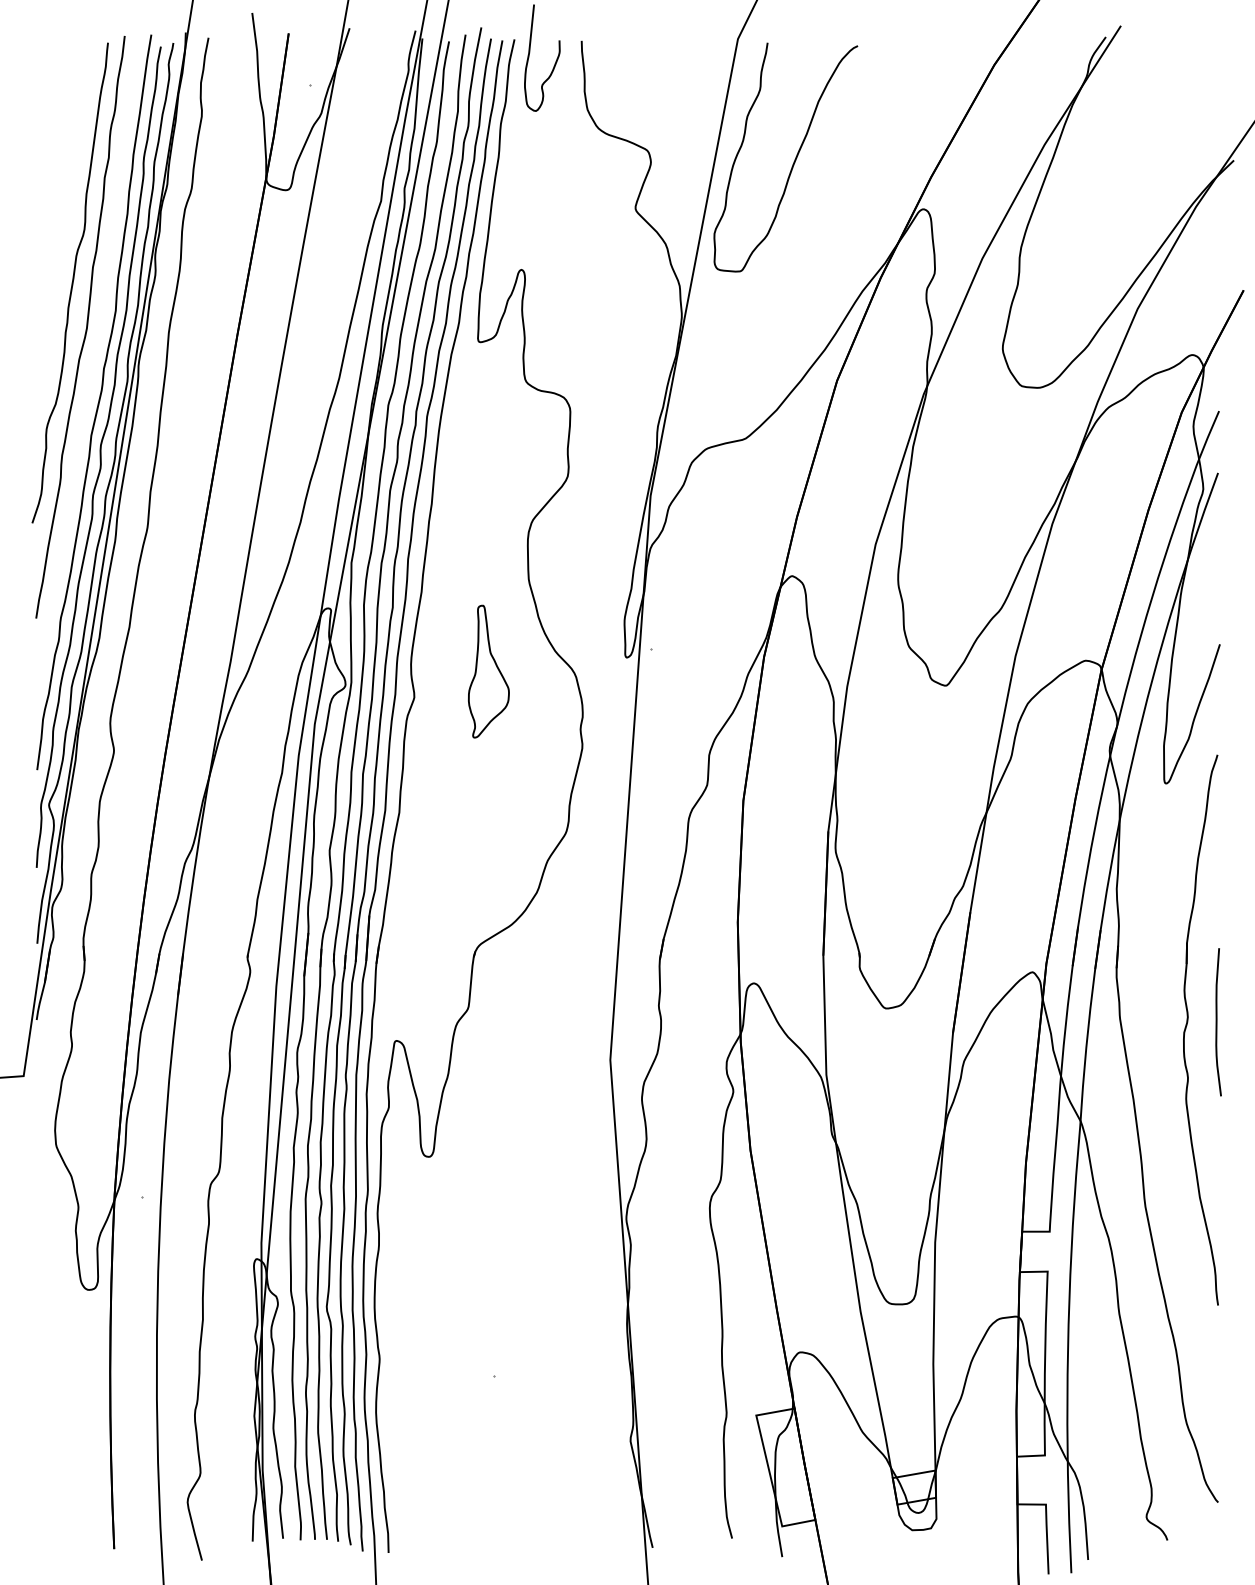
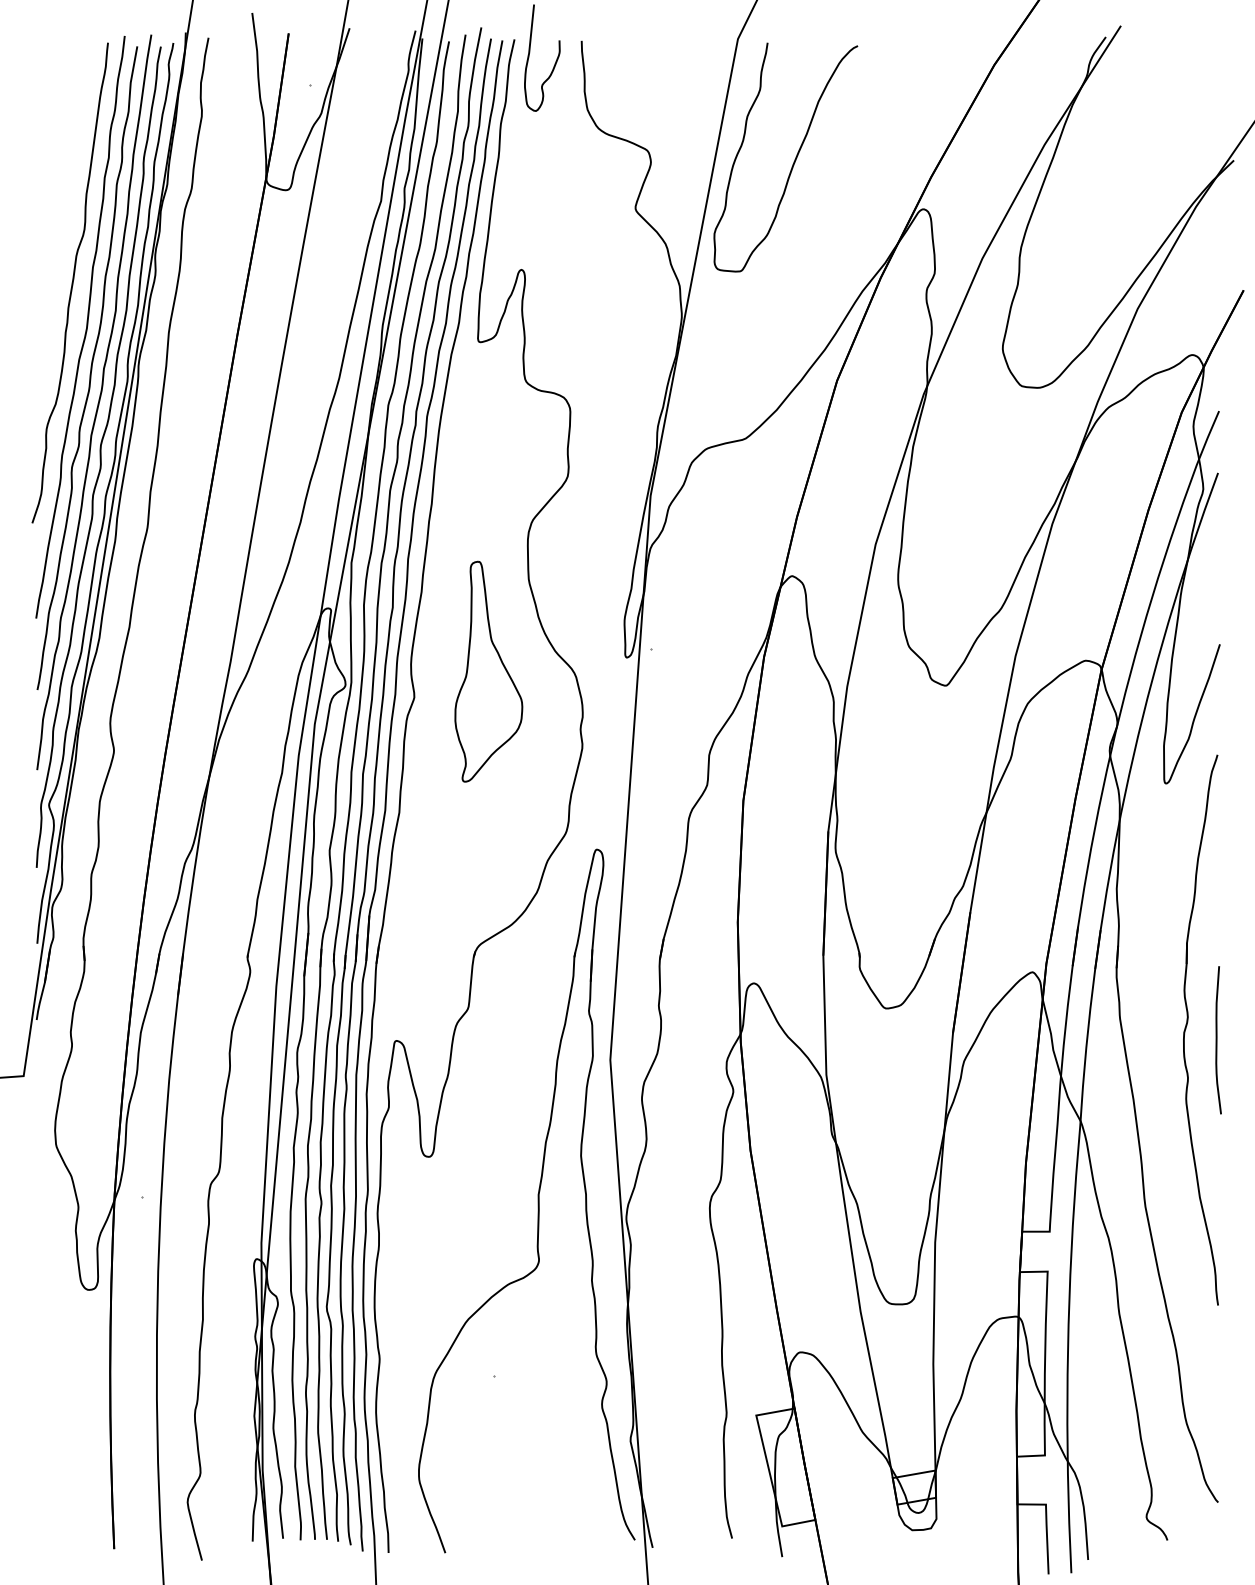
curve at (90, 367): none -> present
part at (488, 671) size: 42x135 px -> 70x223 px
curve at (1217, 1022) position: (1217, 1022) -> (1217, 1040)
part at (537, 1200): none -> present
